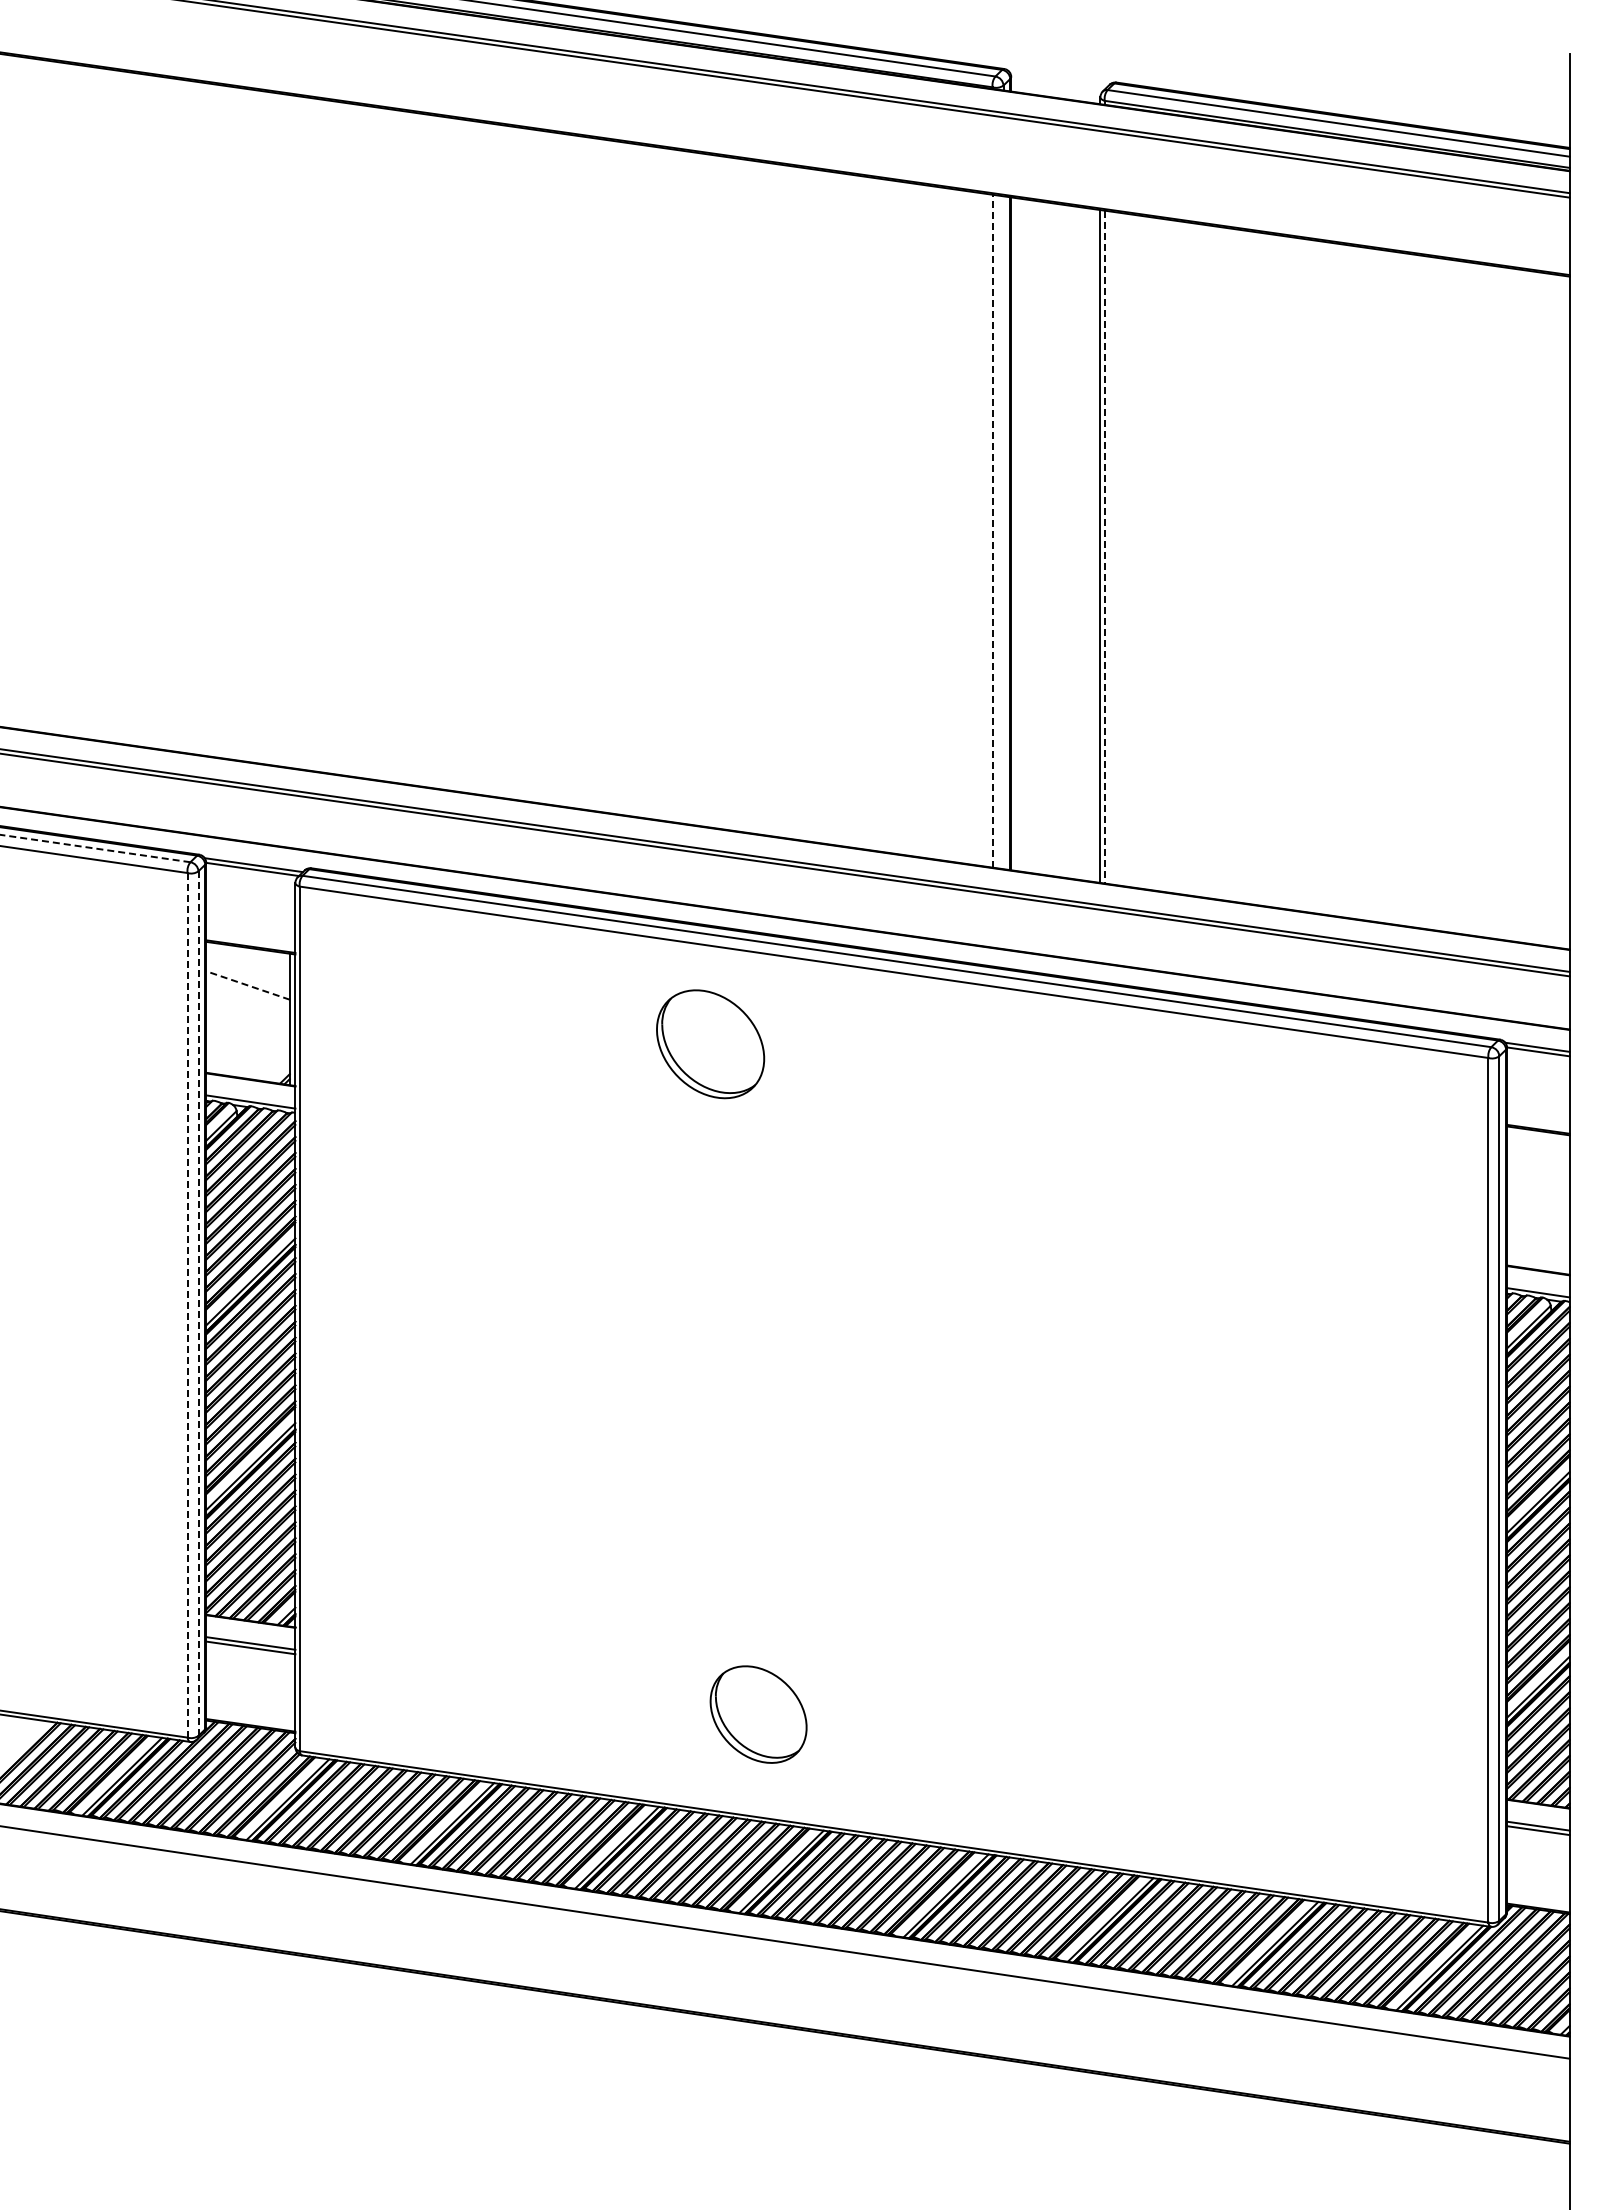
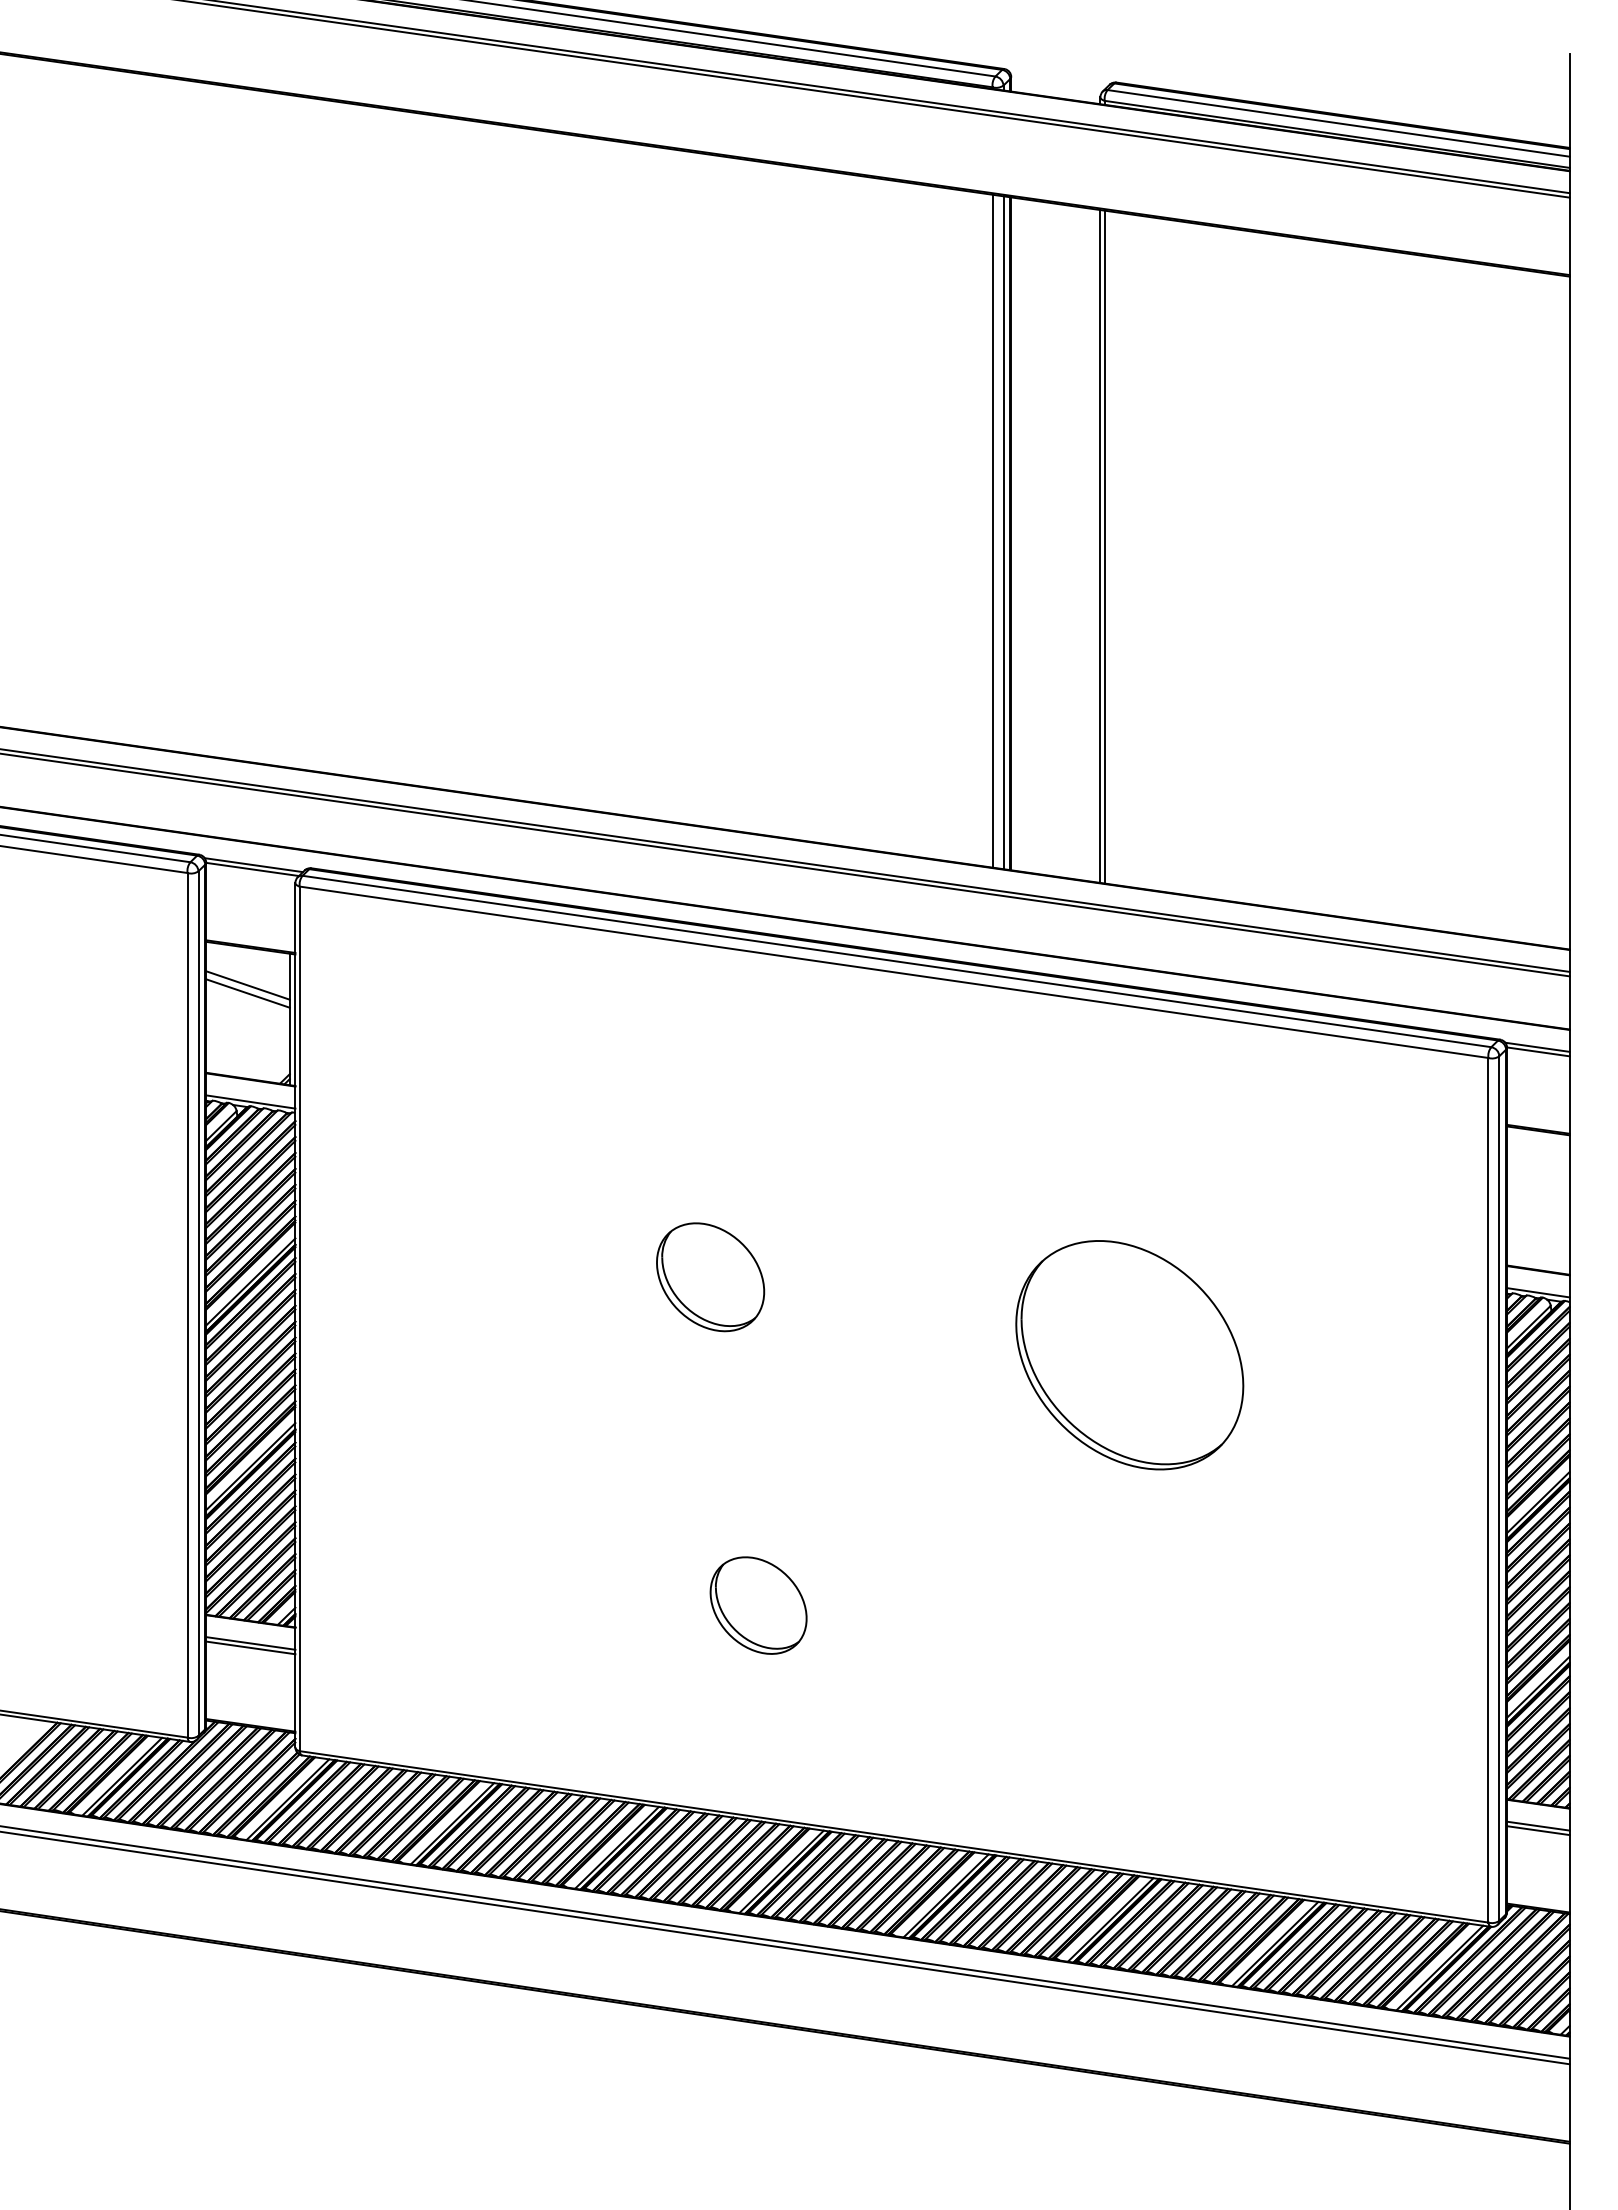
line at (992, 530): dashed -> solid
line at (1003, 532): none -> present
line at (1104, 547): dashed -> solid
line at (95, 848): dashed -> solid
line at (247, 985): dashed -> solid
line at (247, 993): none -> present
part at (710, 1044) position: (710, 1044) -> (710, 1277)
line at (198, 1303): dashed -> solid
line at (187, 1305): dashed -> solid
part at (1129, 1355): none -> present
part at (758, 1714) position: (758, 1714) -> (758, 1605)
line at (785, 1948): none -> present
